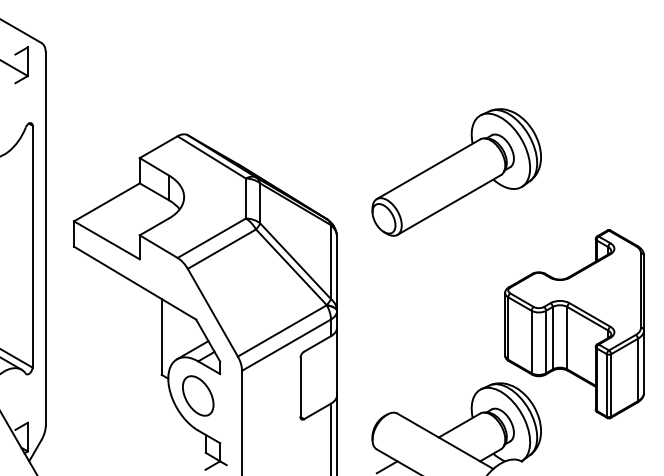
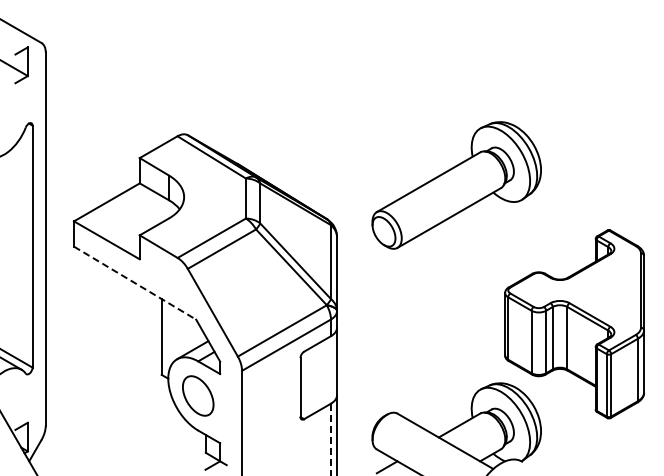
part at (456, 172) position: (456, 172) -> (456, 185)
line at (135, 283): solid -> dashed
line at (330, 439): solid -> dashed
